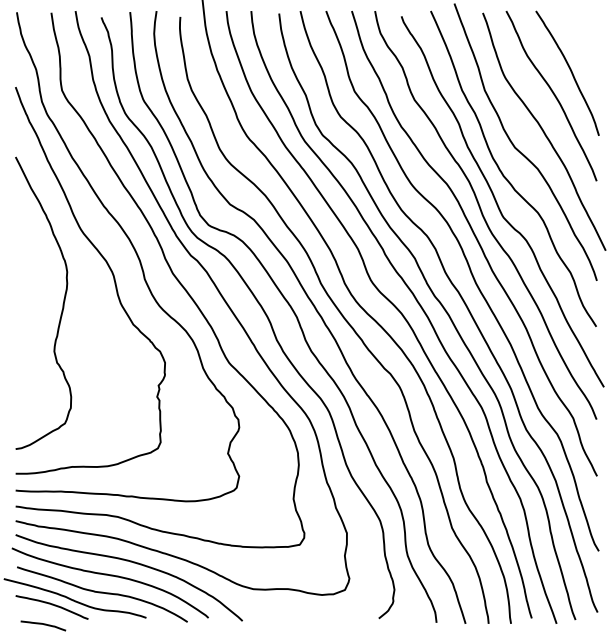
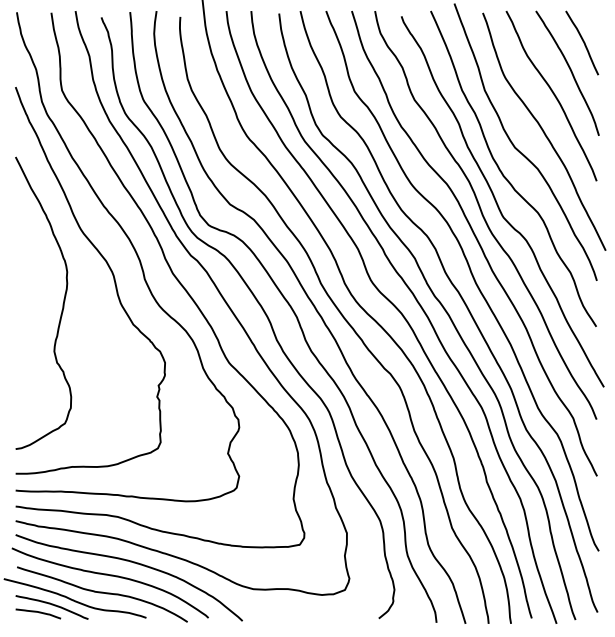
curve at (582, 41): none -> present
curve at (43, 624) position: (43, 624) -> (38, 612)
